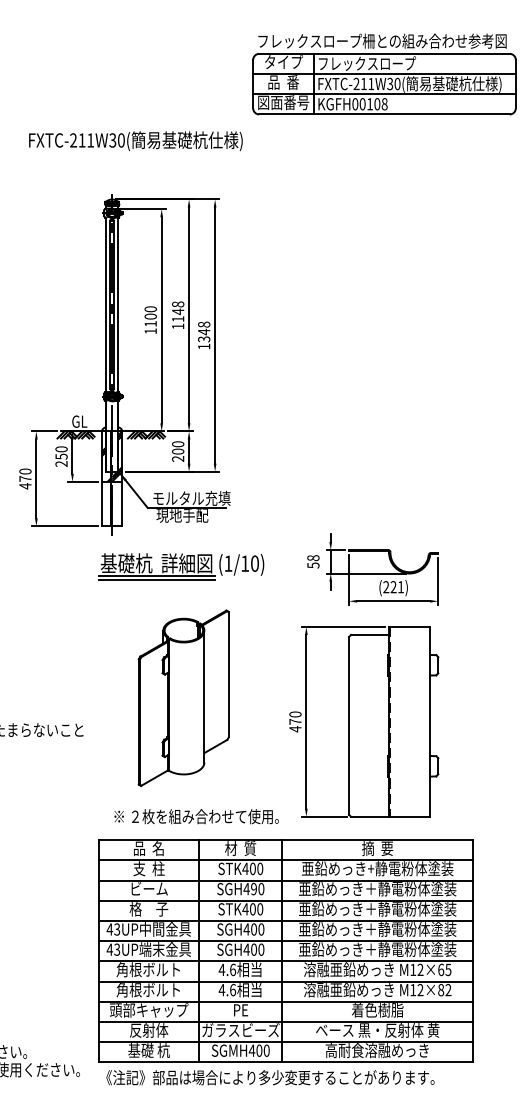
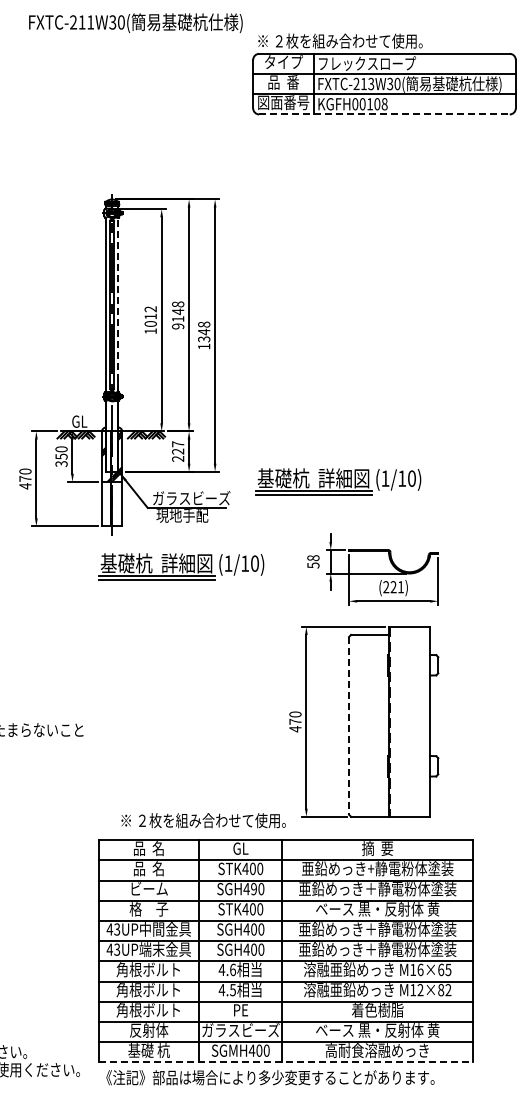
text at (382, 40): フレックスロープ柵との組み合わせ参考図 -> ※ ２枚を組み合わせて使用。
text at (371, 83): FXTC-211W30( -> FXTC-213W30(
line at (385, 114): solid -> dashed
text at (135, 141) position: (135, 141) -> (135, 23)
line at (118, 304): solid -> dashed
text at (150, 316): 1100 -> 1012
text at (178, 326): 1148 -> 9148
text at (178, 447): 200 -> 227
text at (61, 463): 250 -> 350
part at (338, 481): none -> present
text at (191, 497): モルタル充填 -> ガラスビーズ
part at (183, 697): present -> none
line at (349, 725): solid -> dashed
text at (196, 816) position: (196, 816) -> (203, 820)
text at (240, 848): 材  質 -> GL
text at (148, 868): 支  柱 -> 品  名
text at (377, 909): 亜鉛めっき＋静電粉体塗装 -> ベース 黒・反射体 黄
text at (420, 969): M12×65 -> M16×65
text at (233, 989): 4.6 -> 4.5
text at (149, 1010): 頭部キャップ -> 角根ボルト
line at (285, 1062): solid -> dashed
